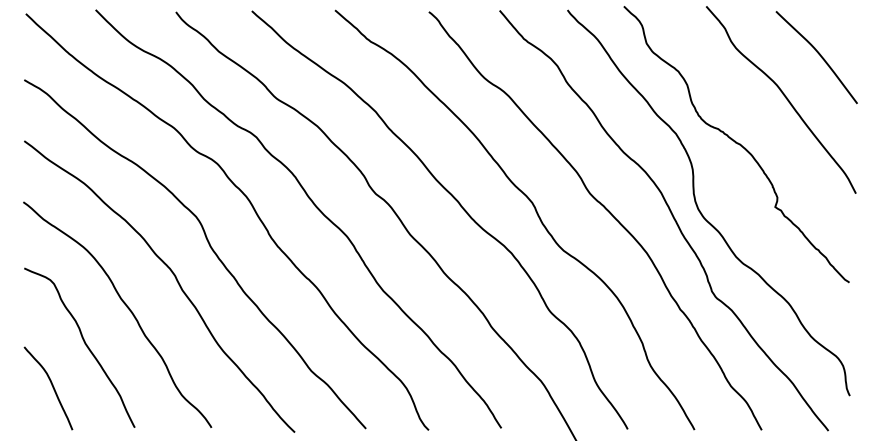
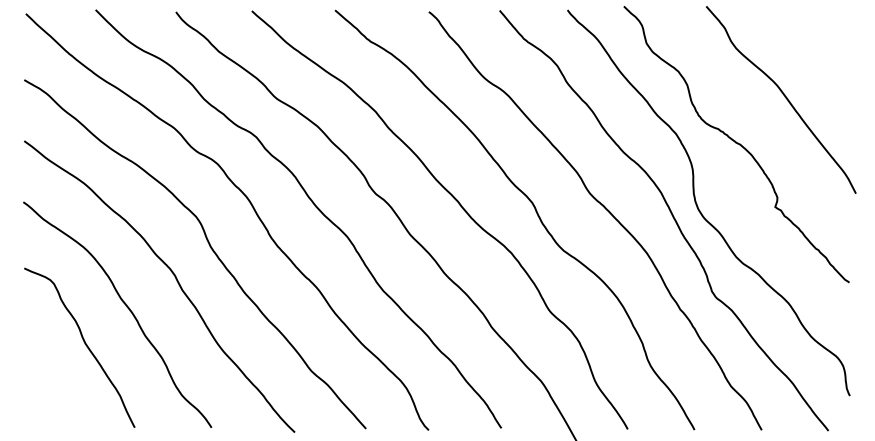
curve at (818, 54): present -> none
curve at (52, 387): present -> none
